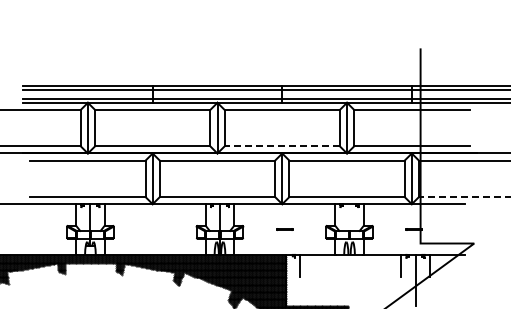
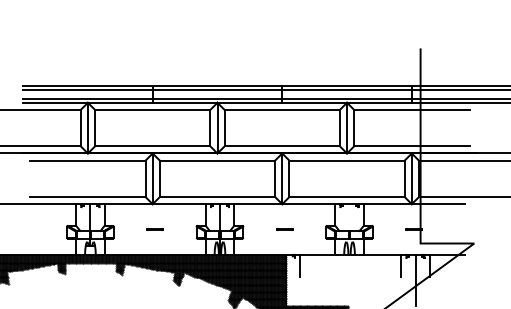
line at (282, 146): dashed -> solid
line at (464, 197): dashed -> solid
line at (154, 229): none -> present
